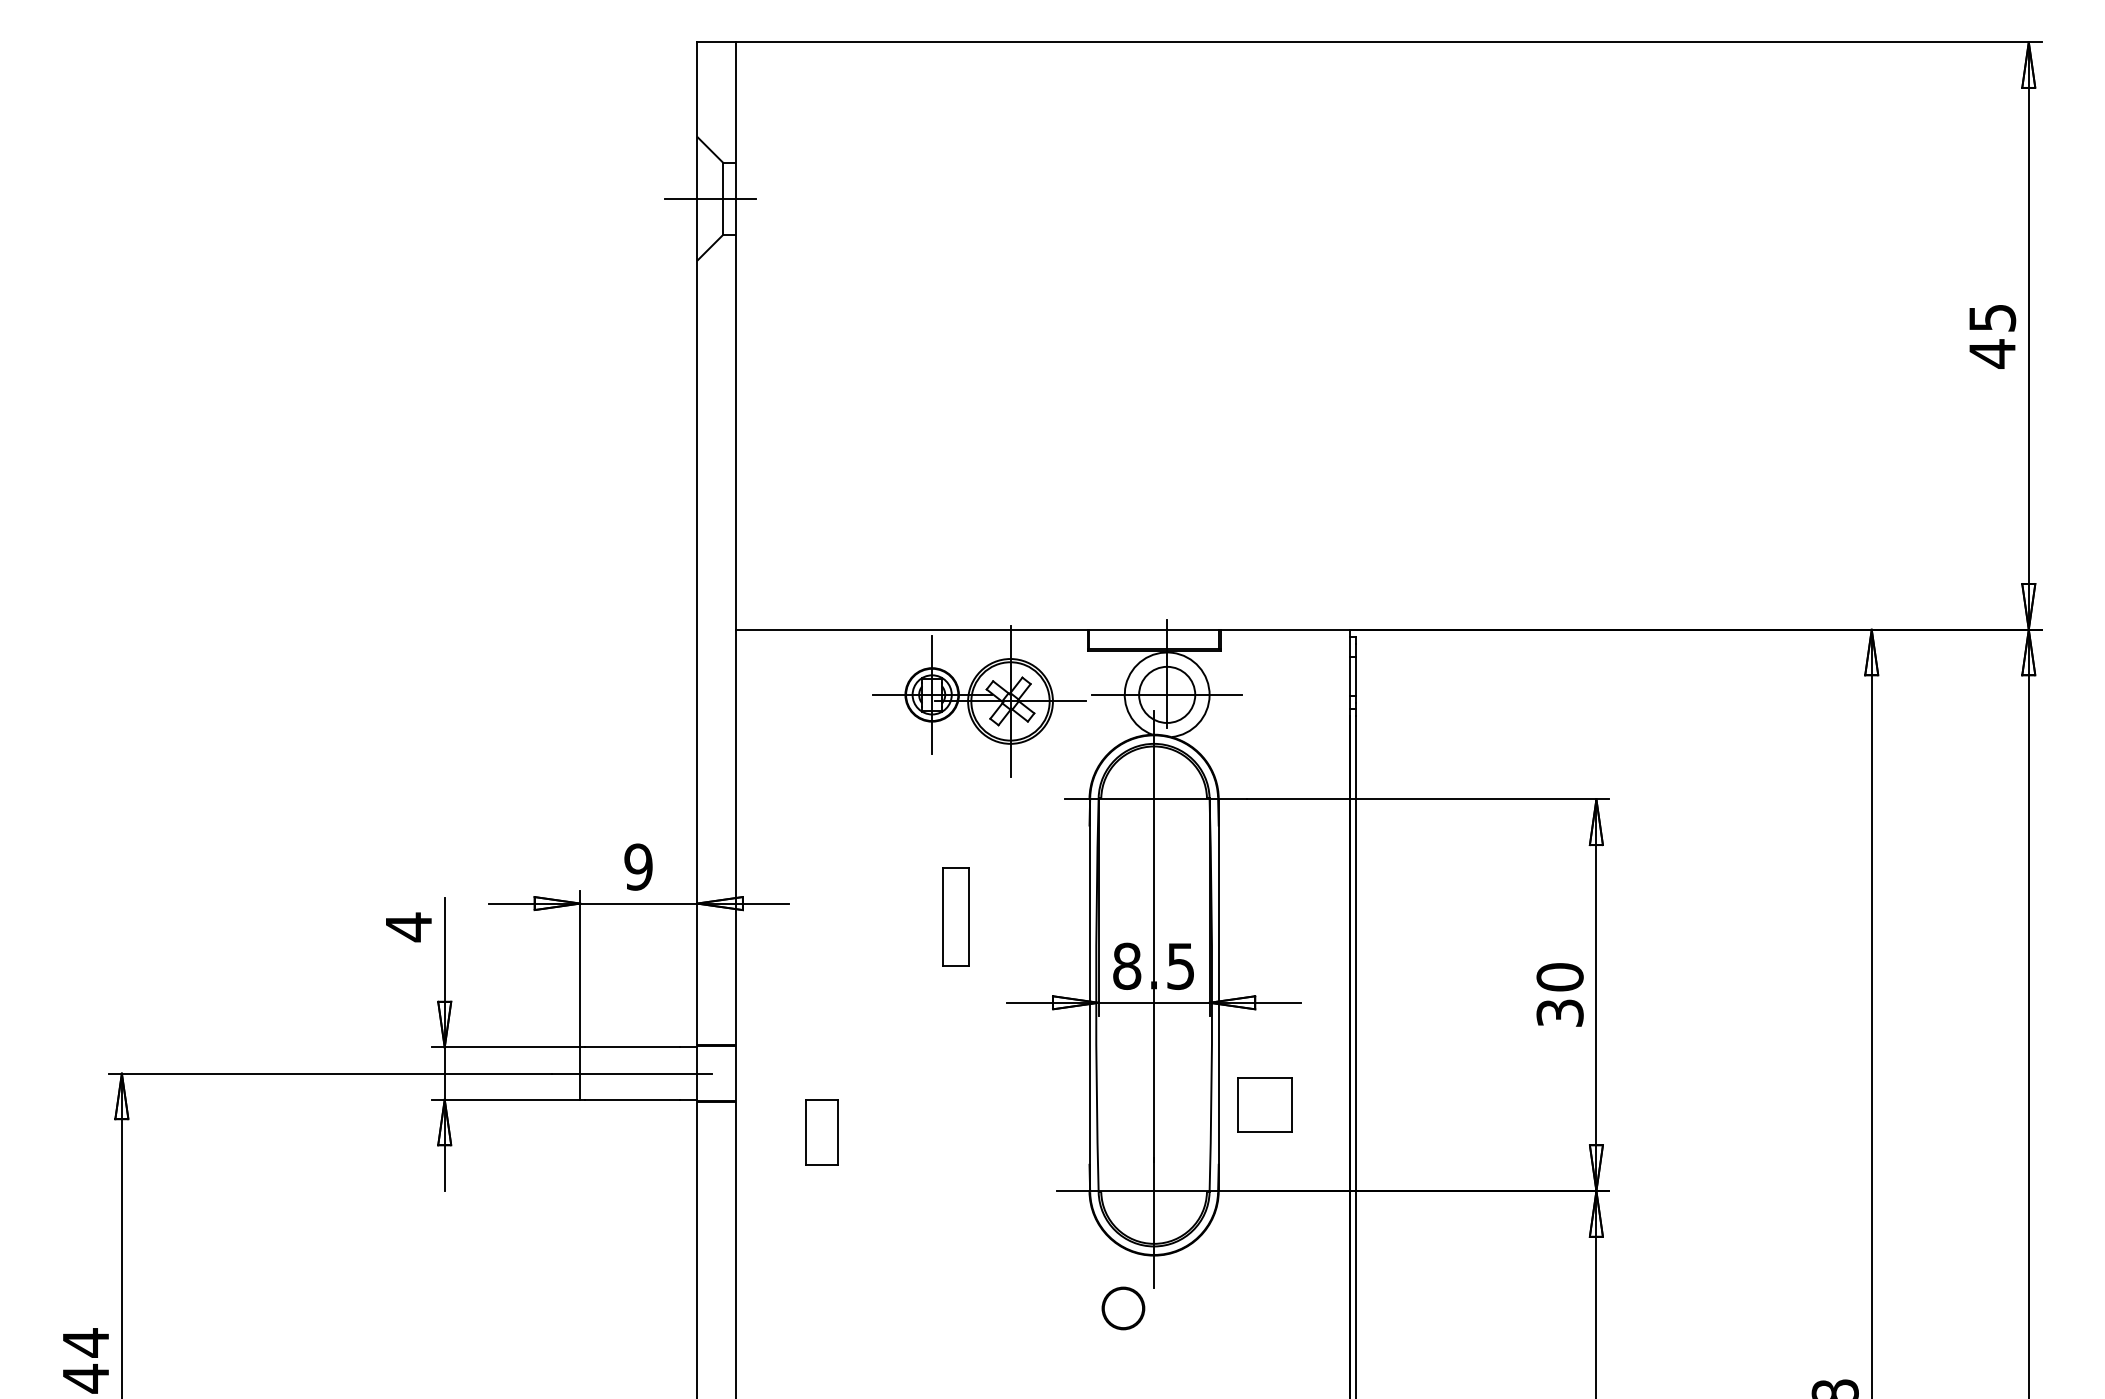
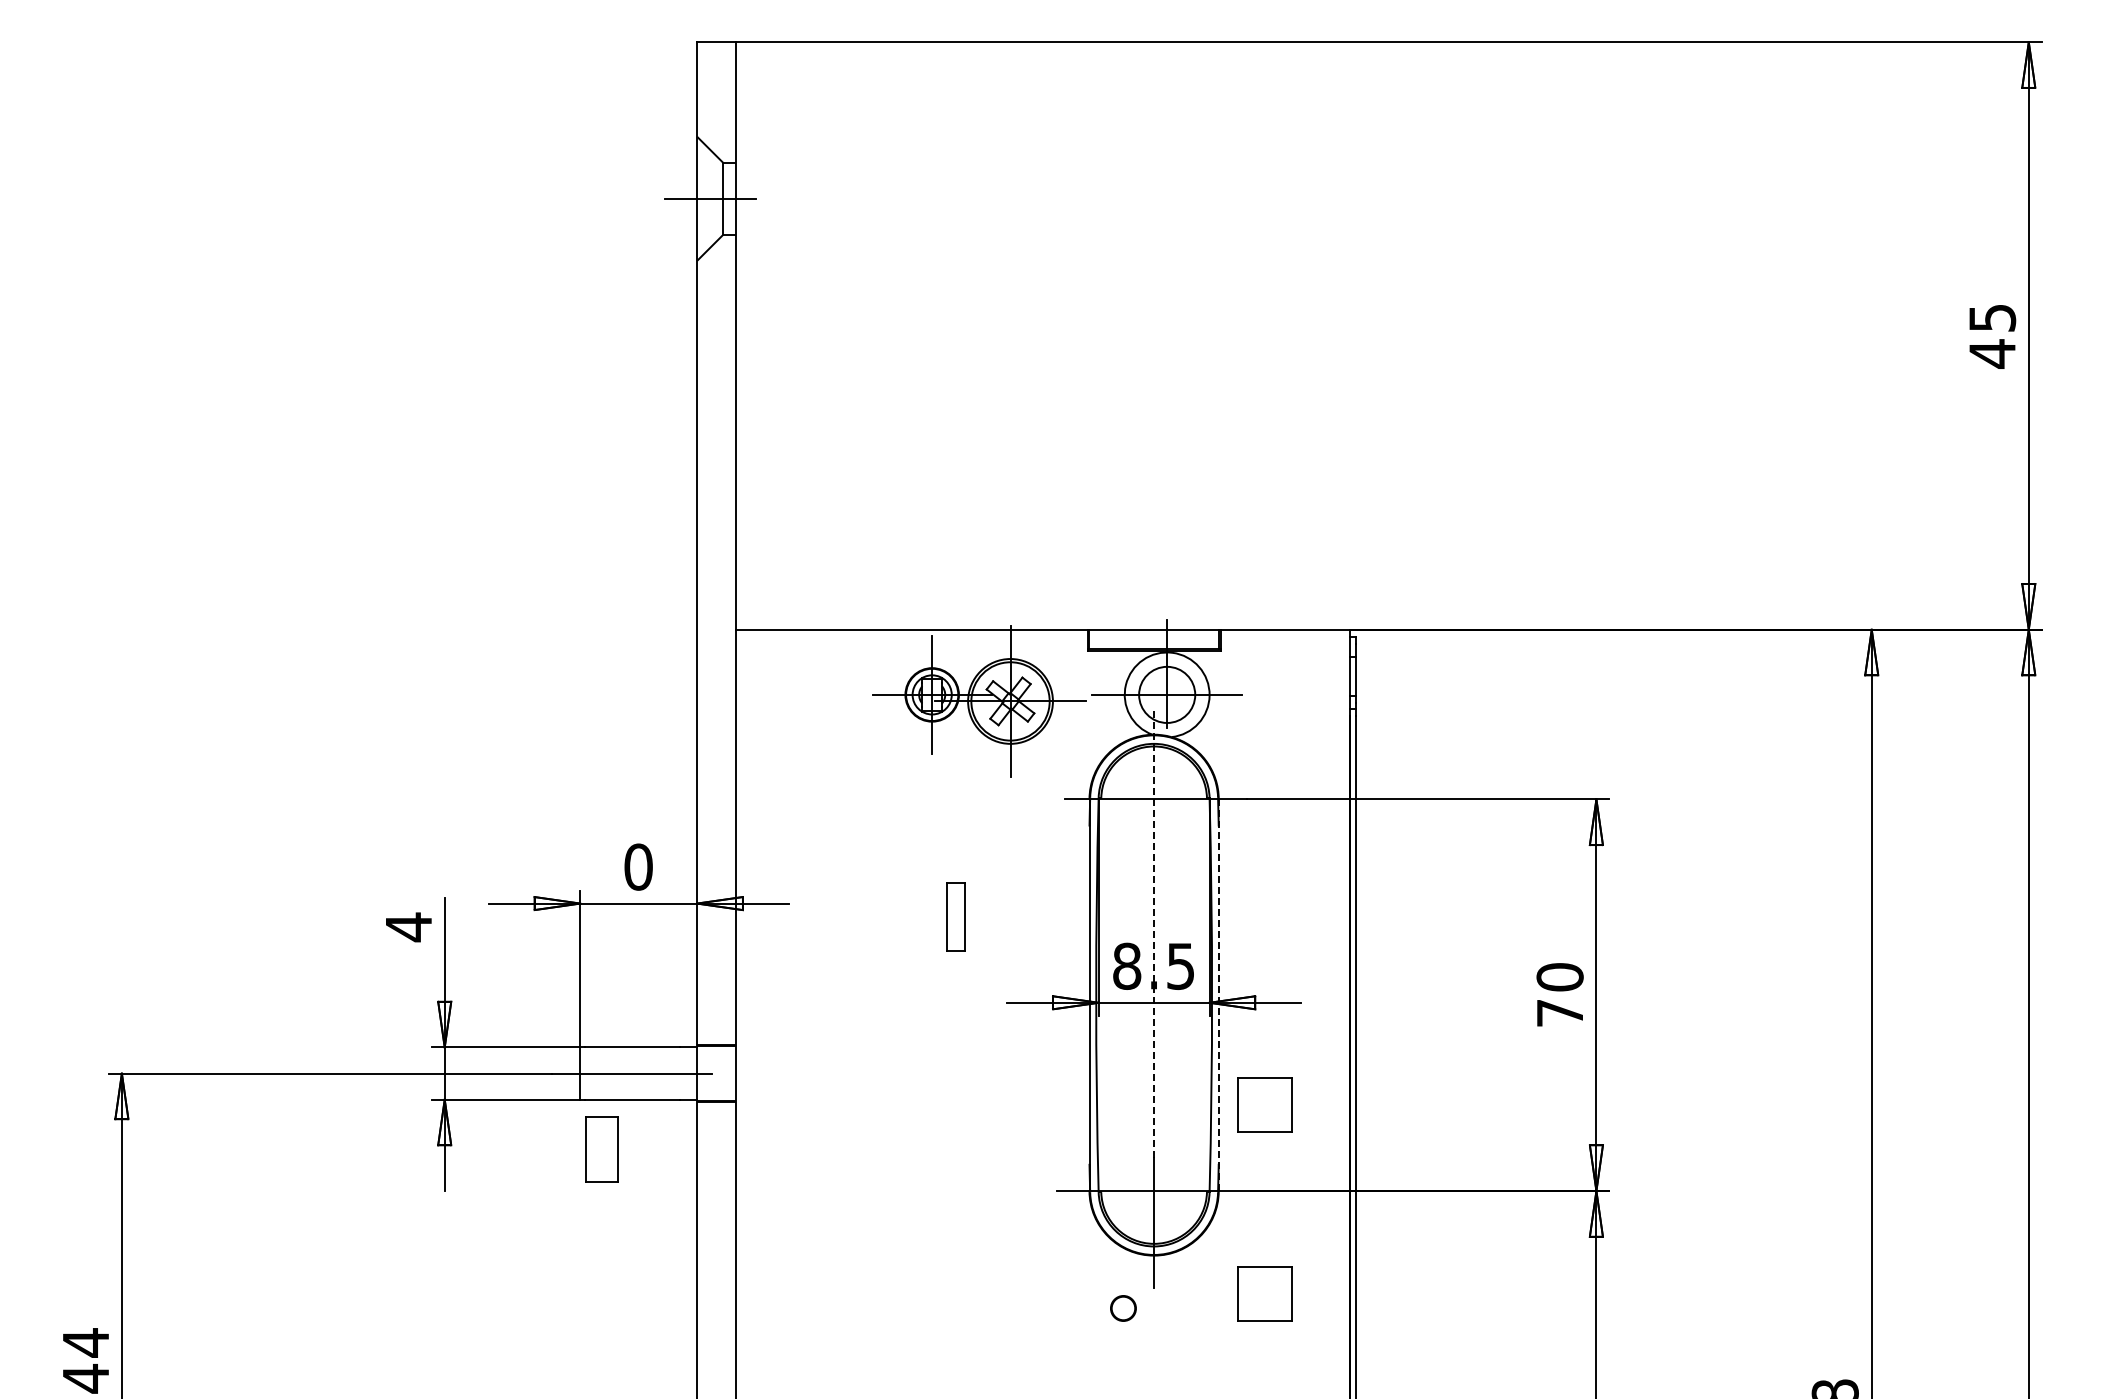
text at (638, 866): 9 -> 0
part at (955, 916) size: 28x100 px -> 20x70 px
line at (1154, 937): solid -> dashed
line at (1218, 995): solid -> dashed
text at (1559, 1012): 30 -> 70
part at (821, 1132) position: (821, 1132) -> (601, 1149)
part at (1264, 1293): none -> present
part at (1123, 1308) size: 45x45 px -> 27x27 px
